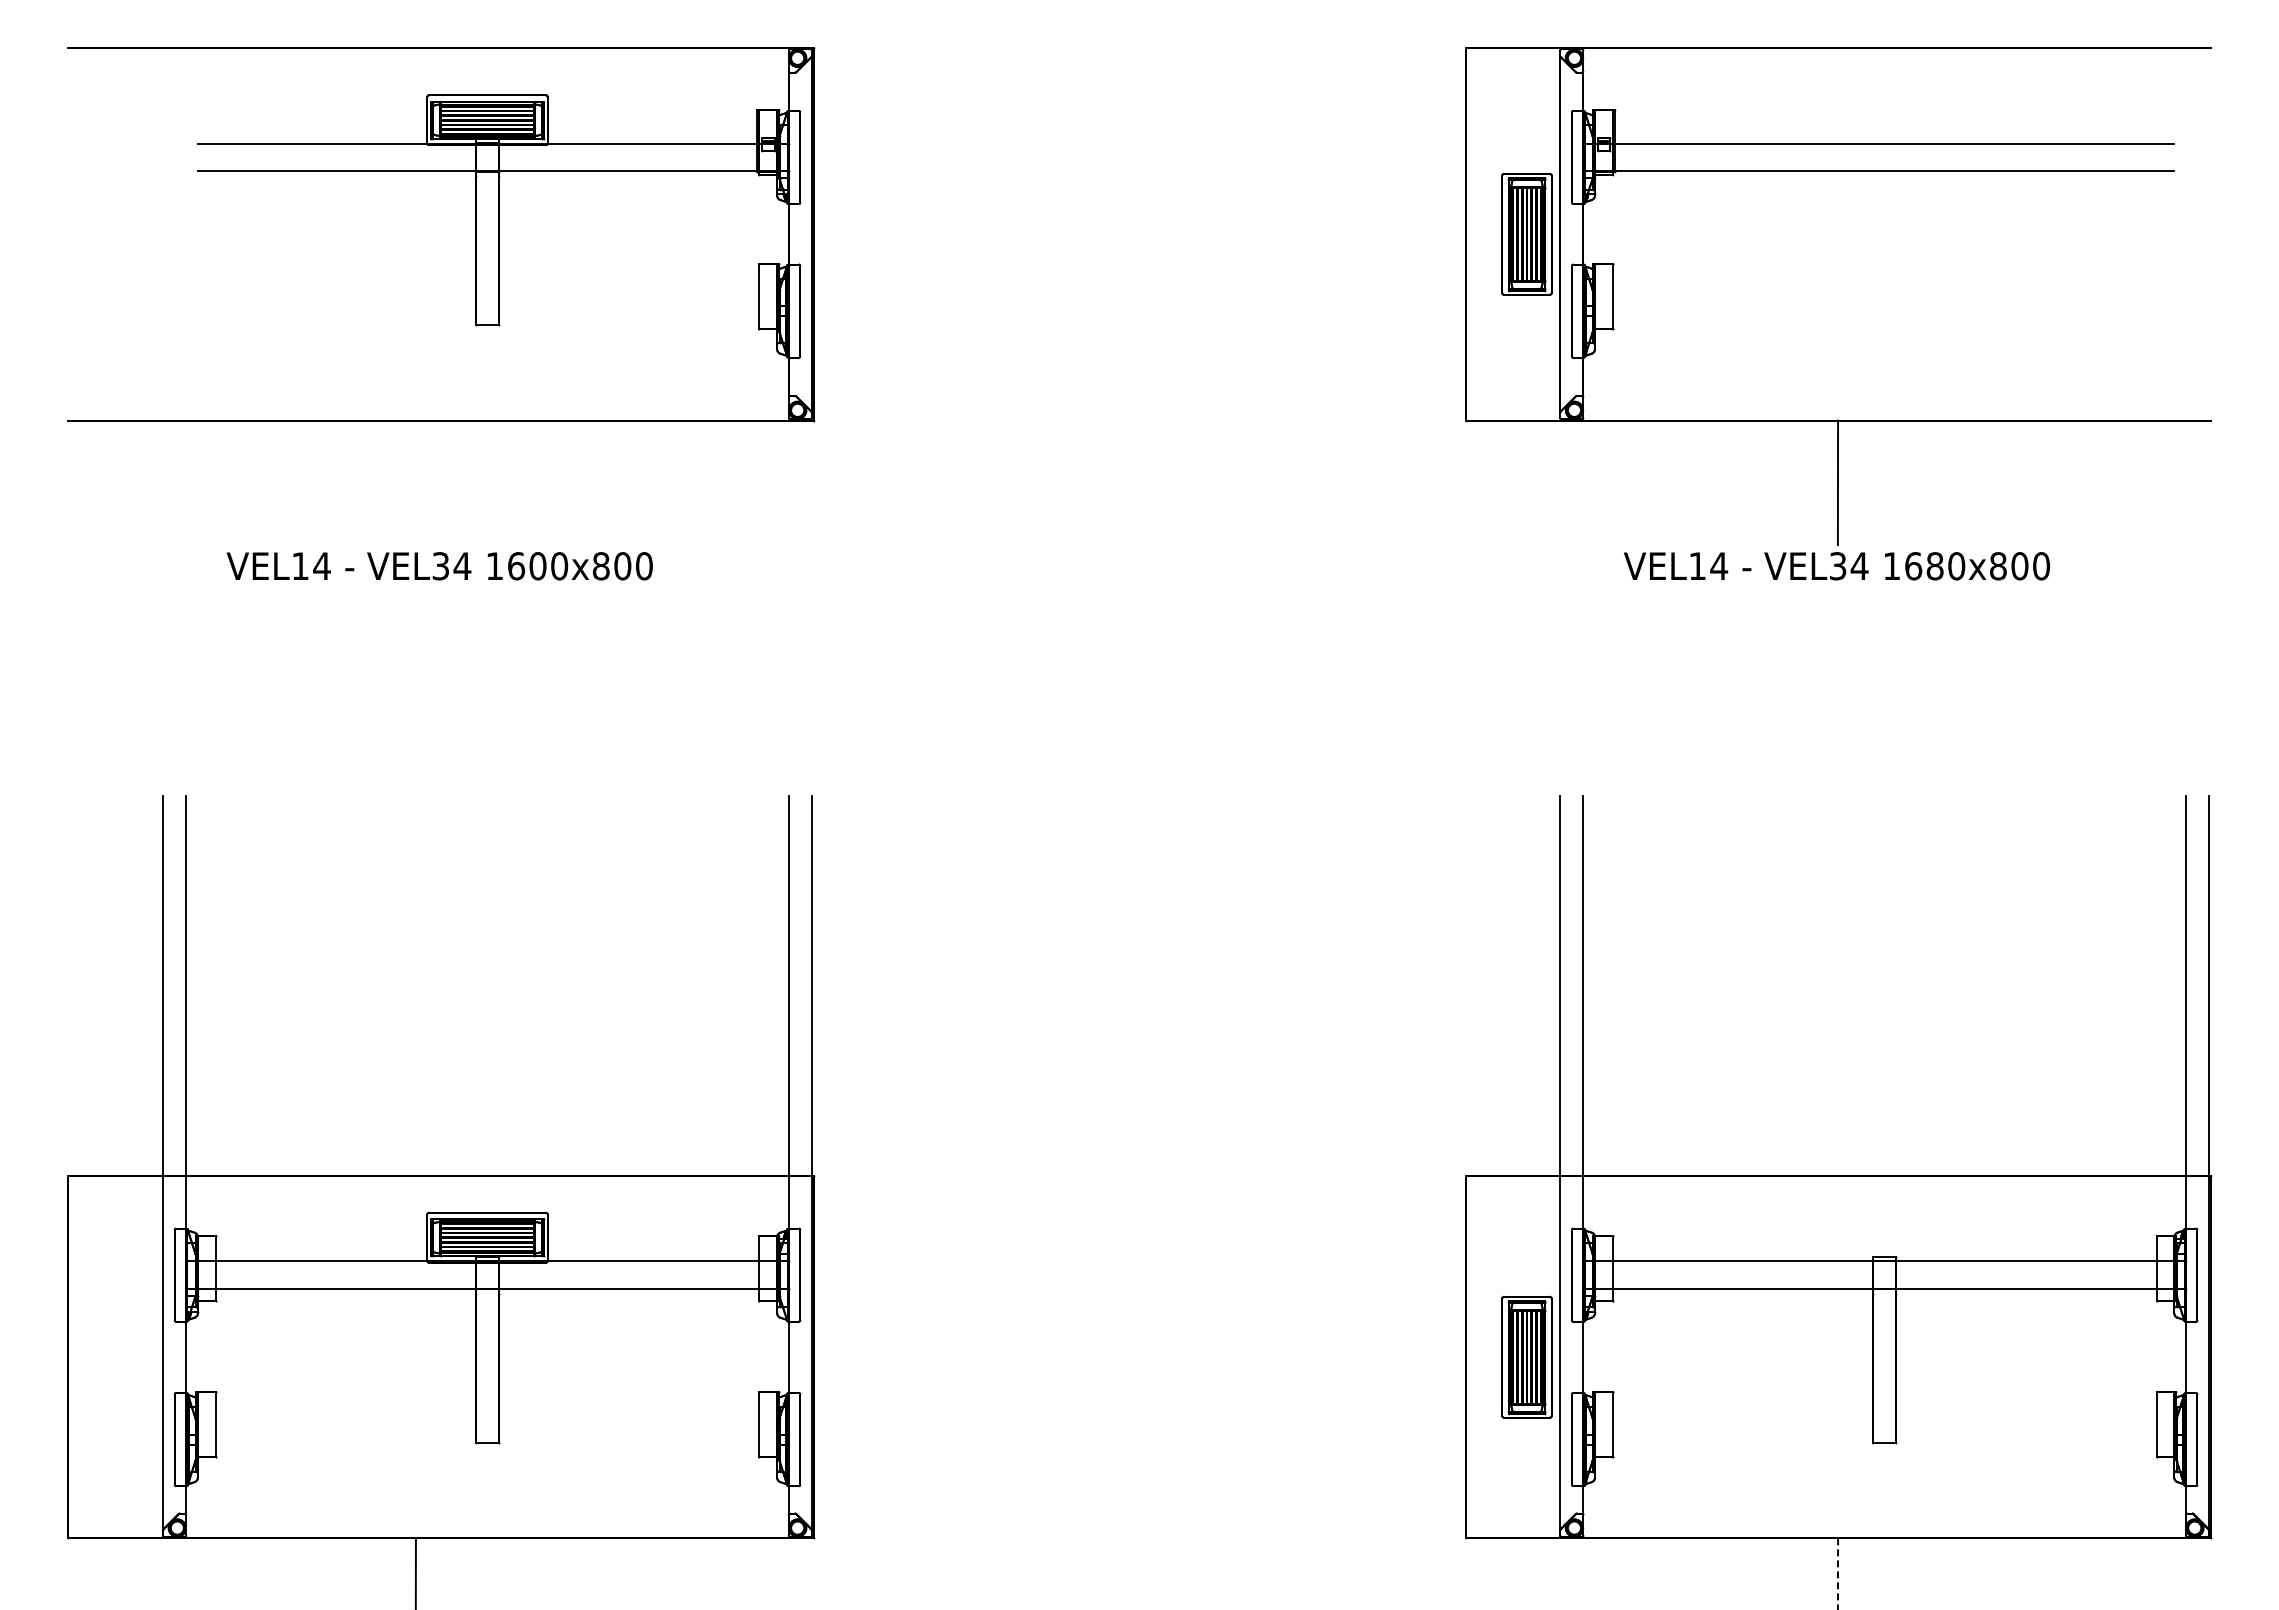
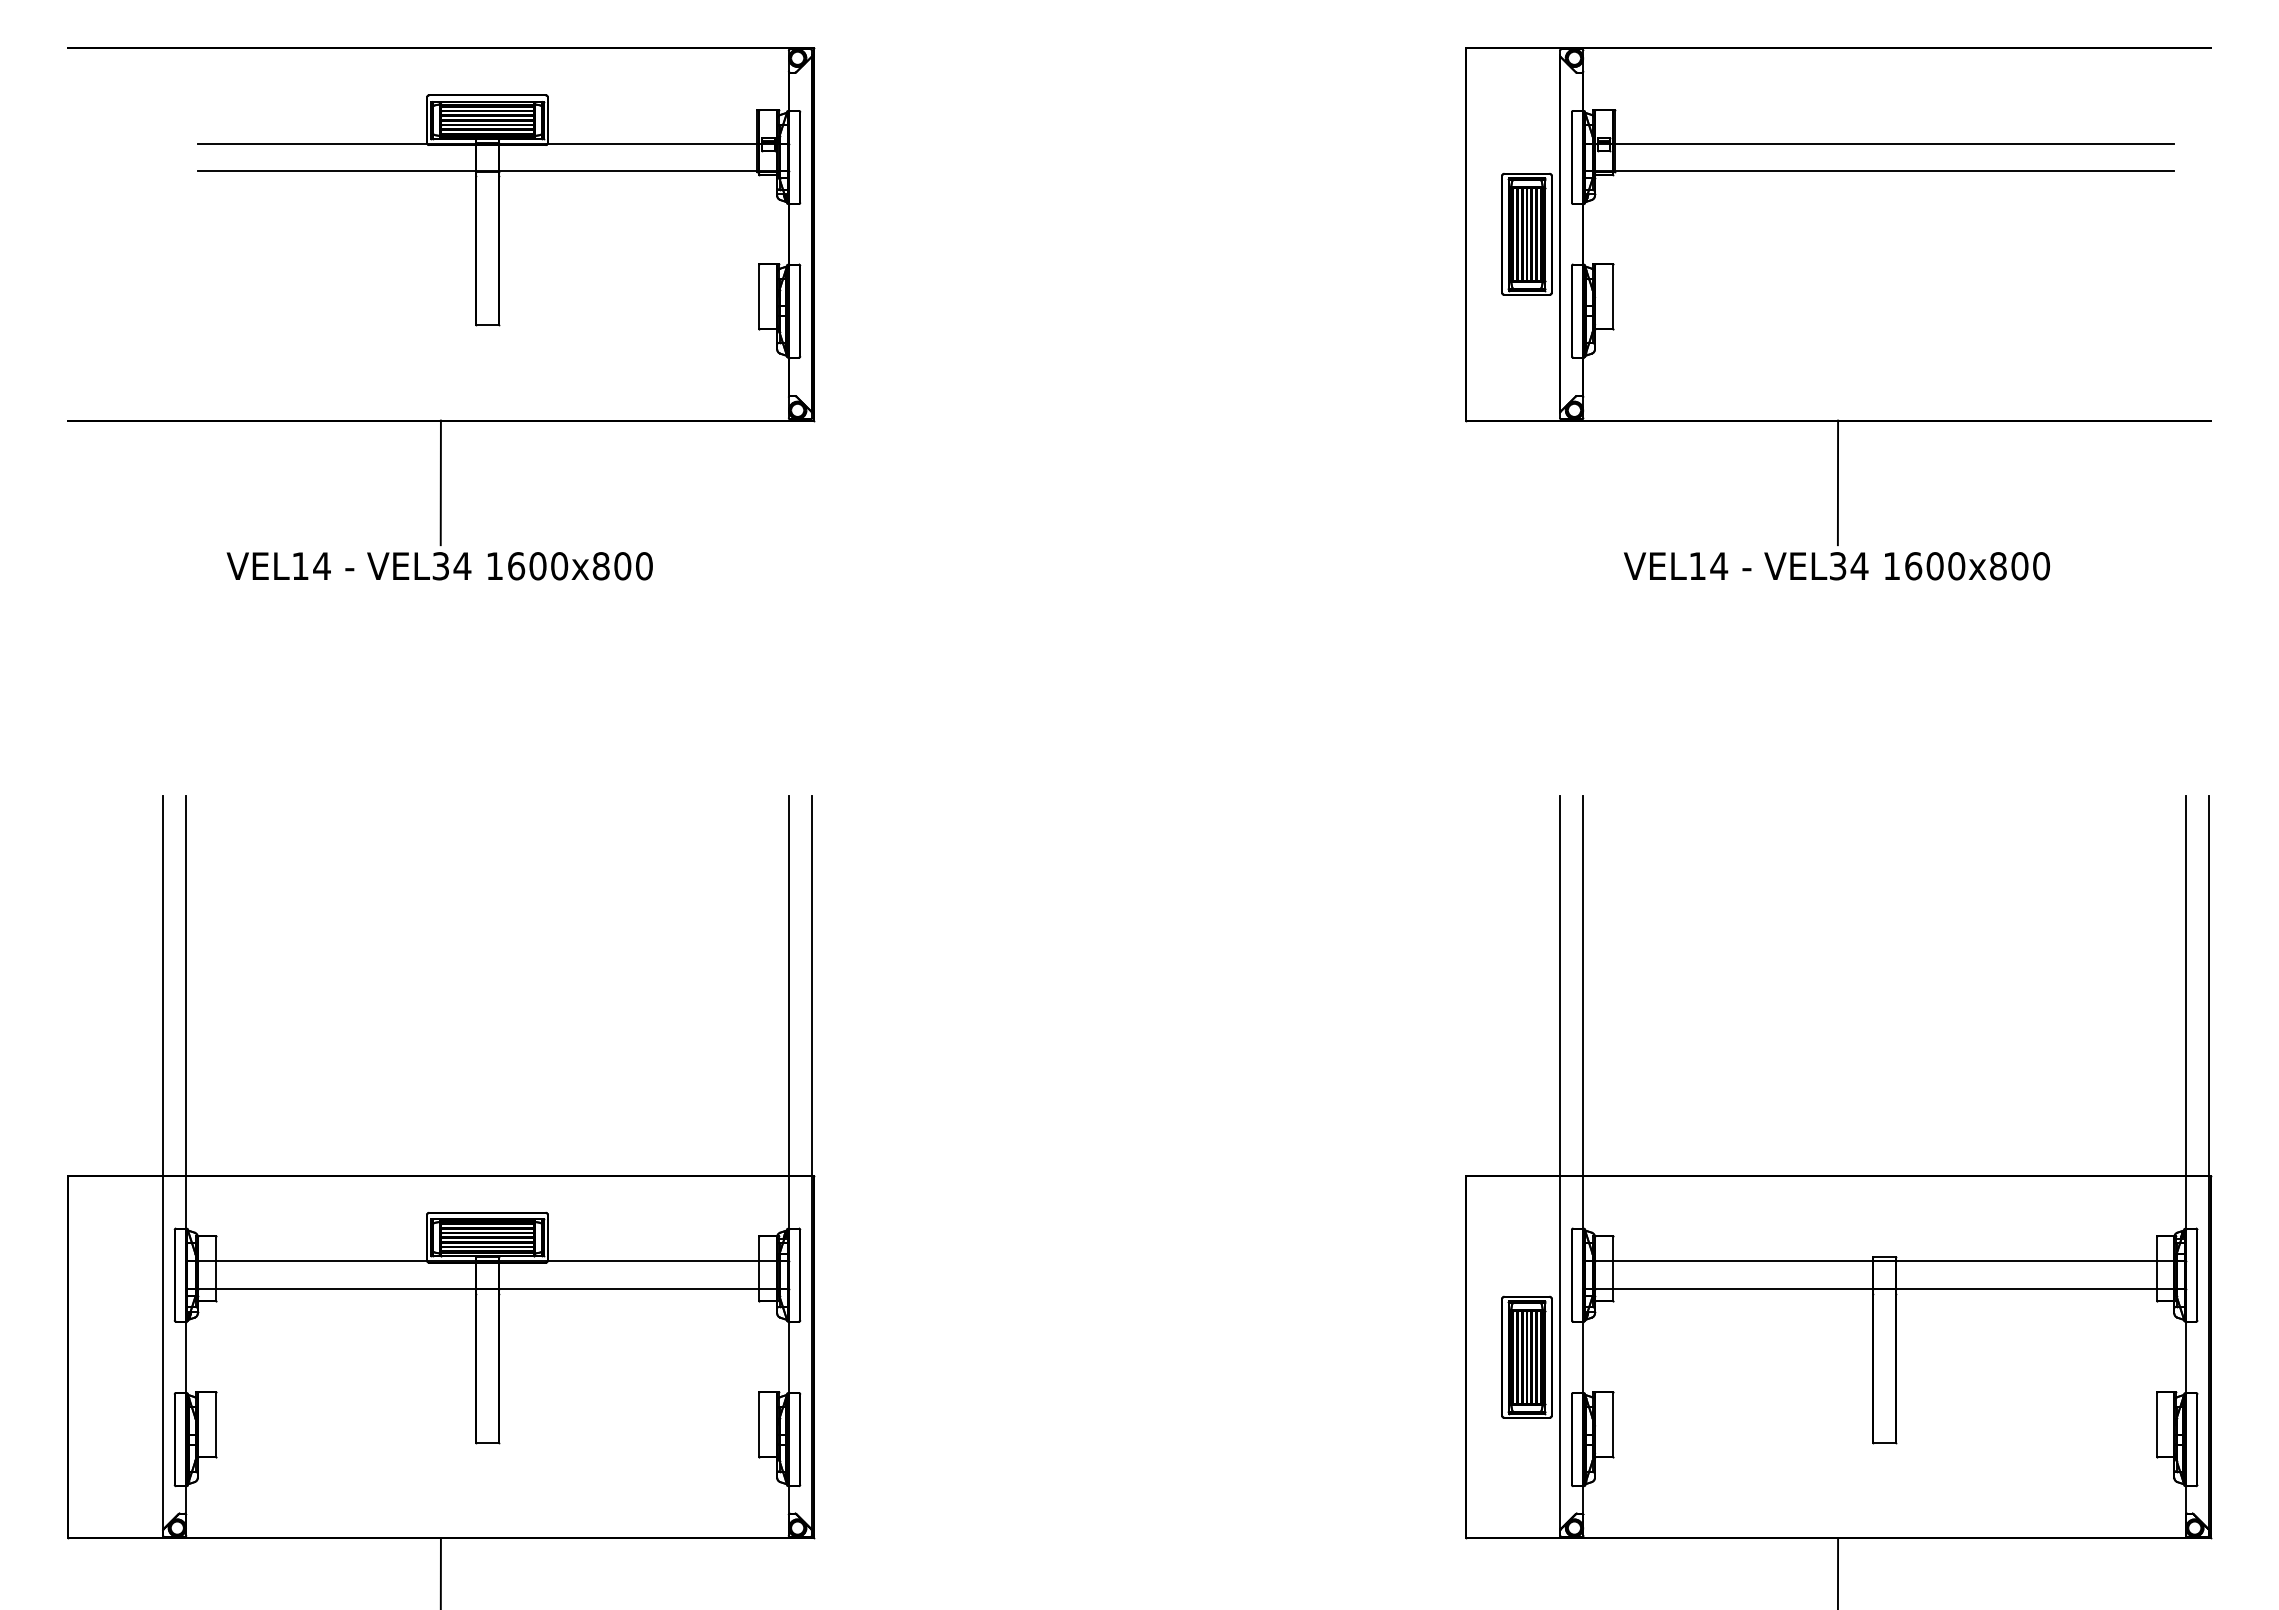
line at (440, 482): none -> present
text at (1934, 566): 1680x800 -> 1600x800
line at (415, 1572) position: (415, 1572) -> (440, 1572)
line at (1838, 1574): dashed -> solid
